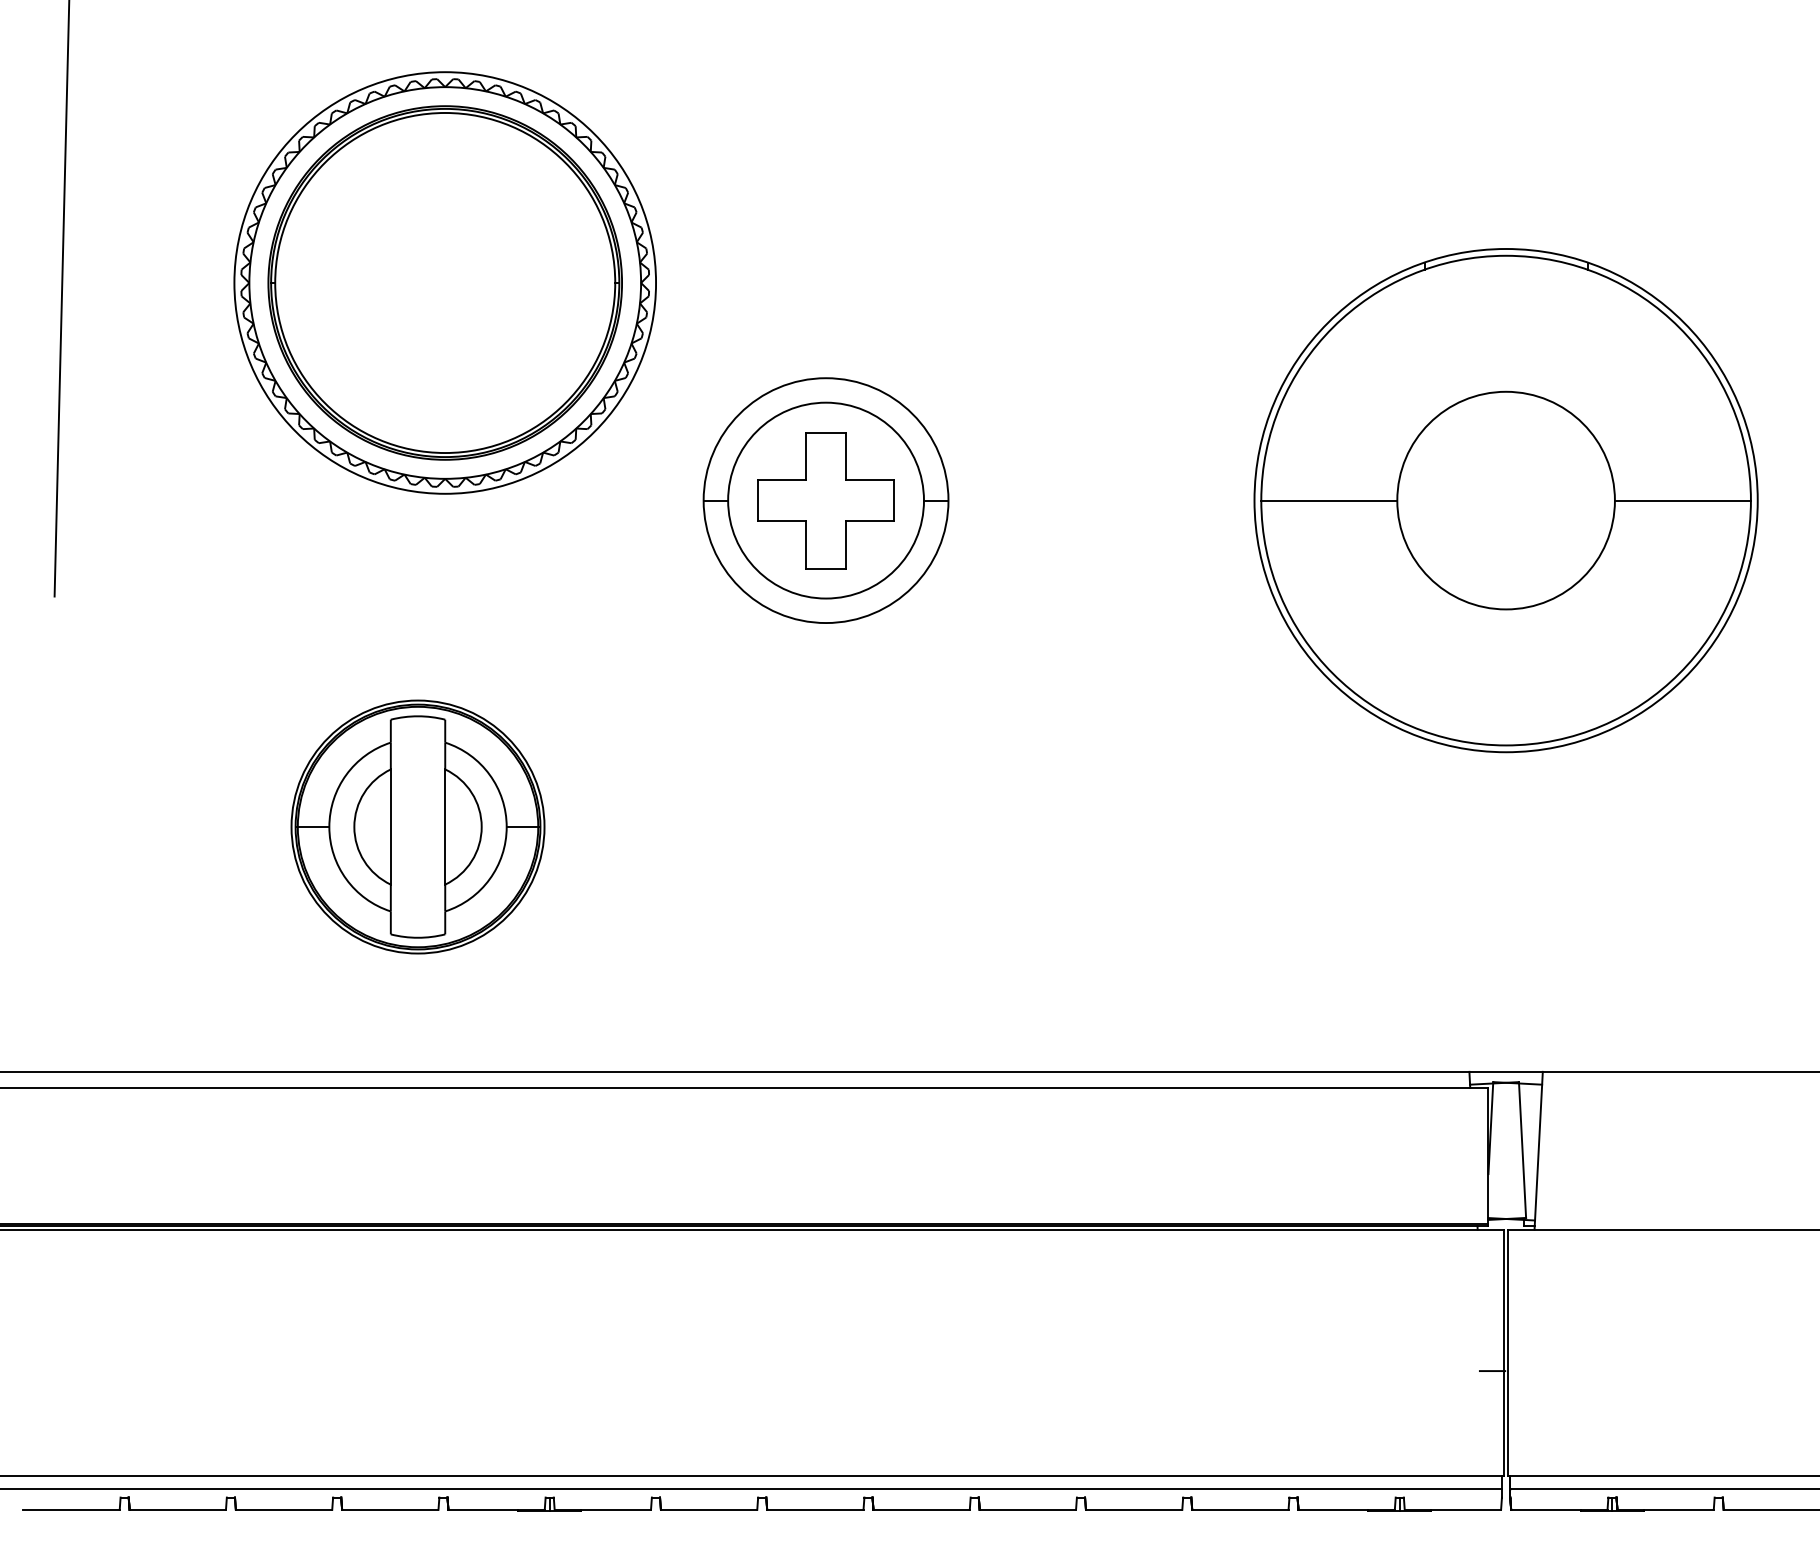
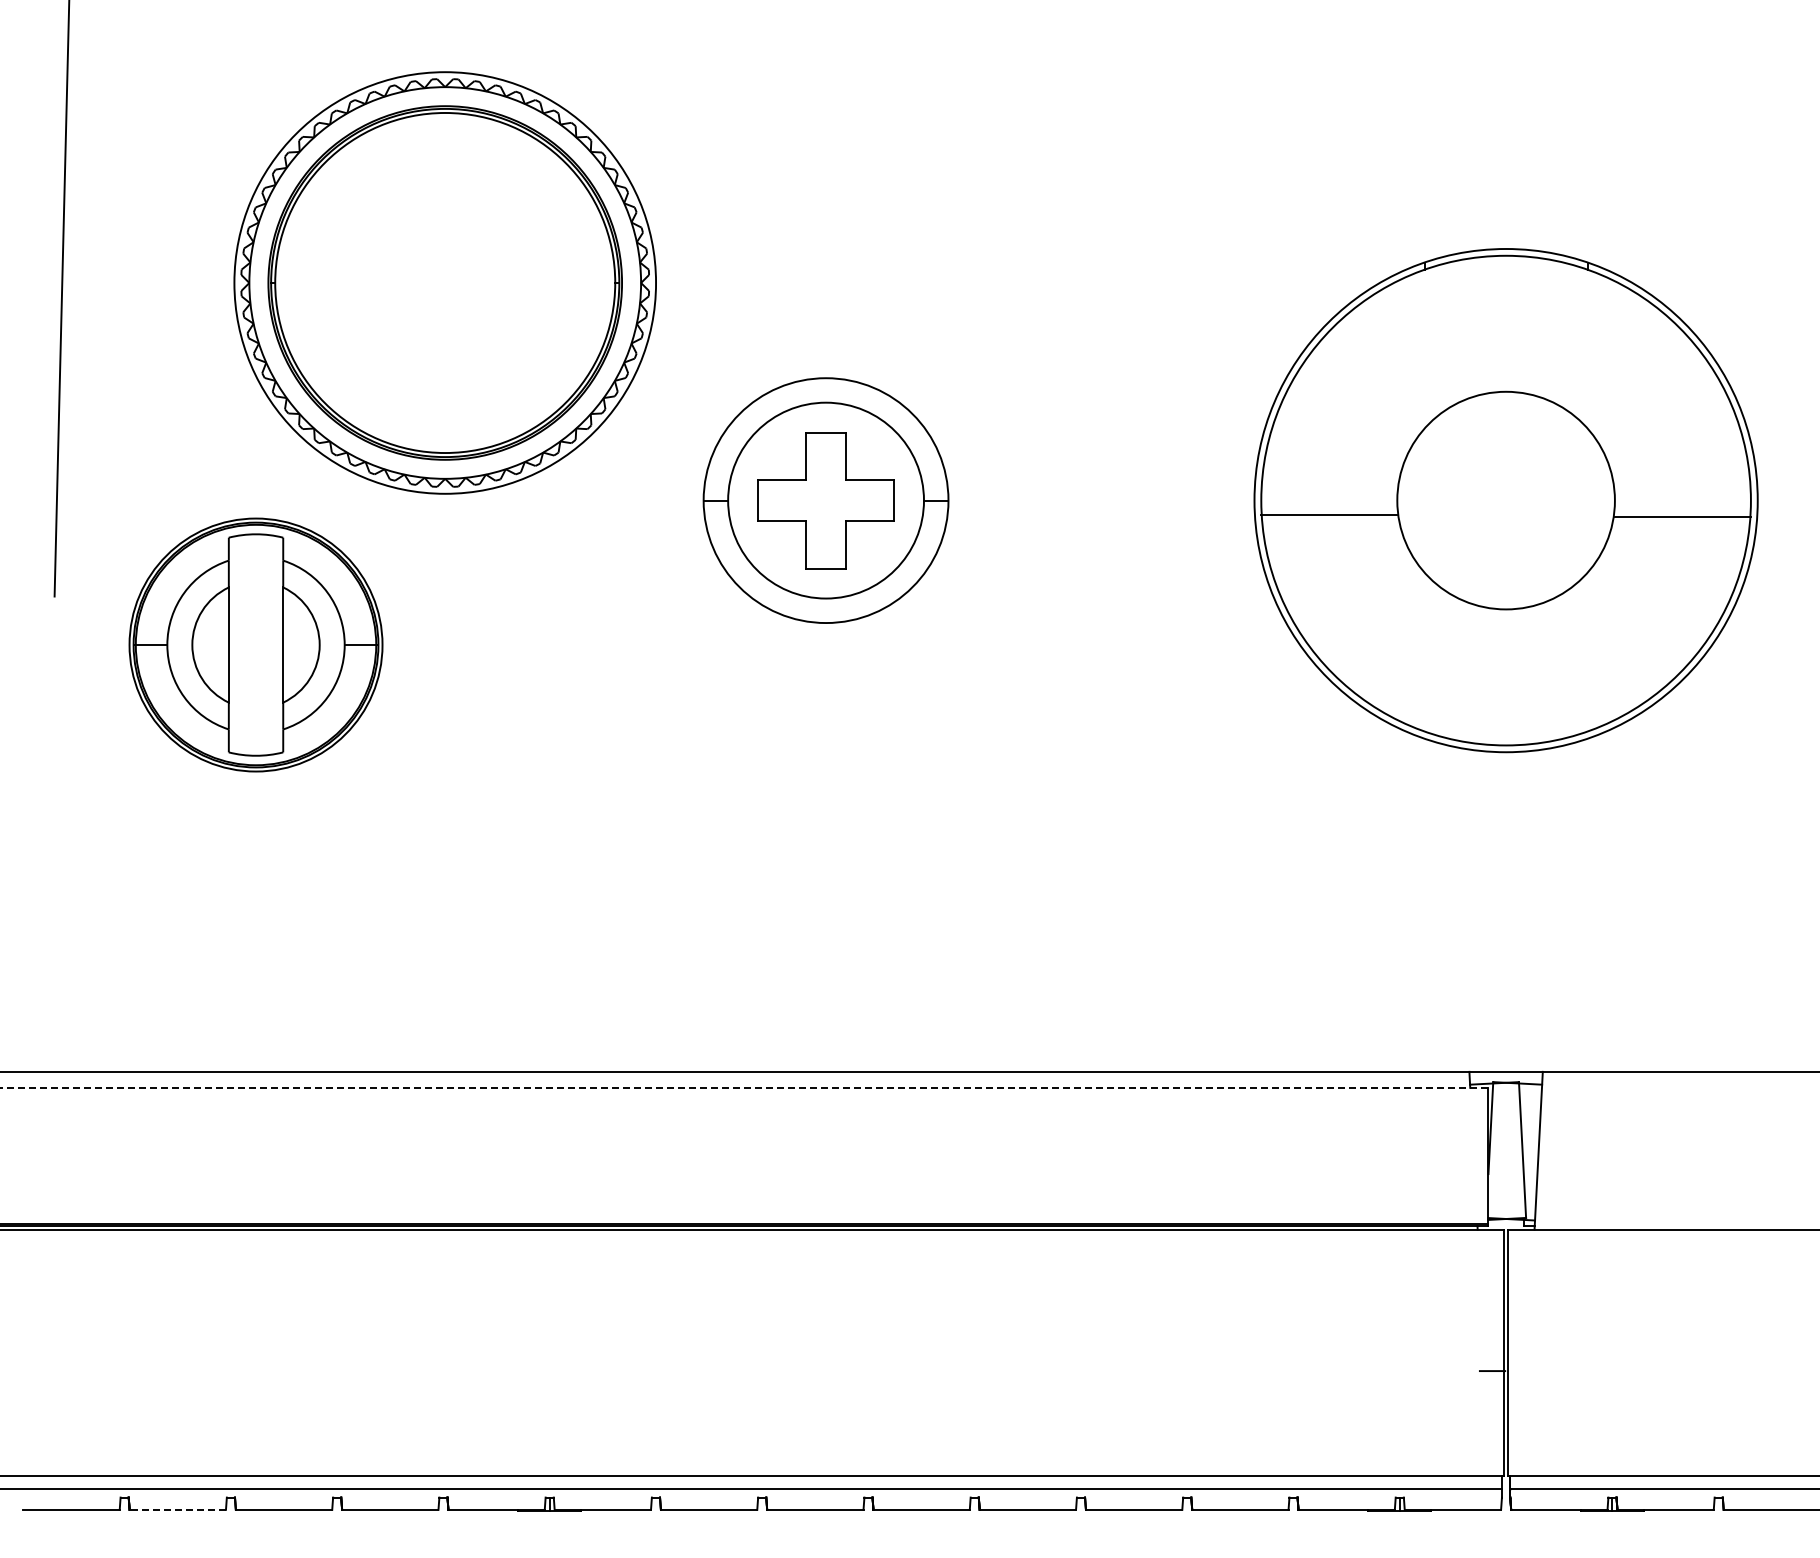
line at (1329, 500) position: (1329, 500) -> (1329, 514)
line at (1682, 500) position: (1682, 500) -> (1682, 516)
part at (417, 826) position: (417, 826) -> (255, 644)
line at (744, 1087): solid -> dashed
line at (177, 1509): solid -> dashed
